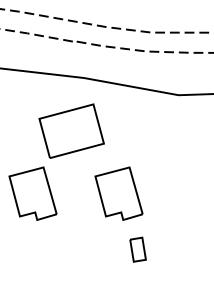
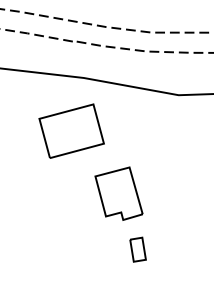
part at (32, 193): present -> none
